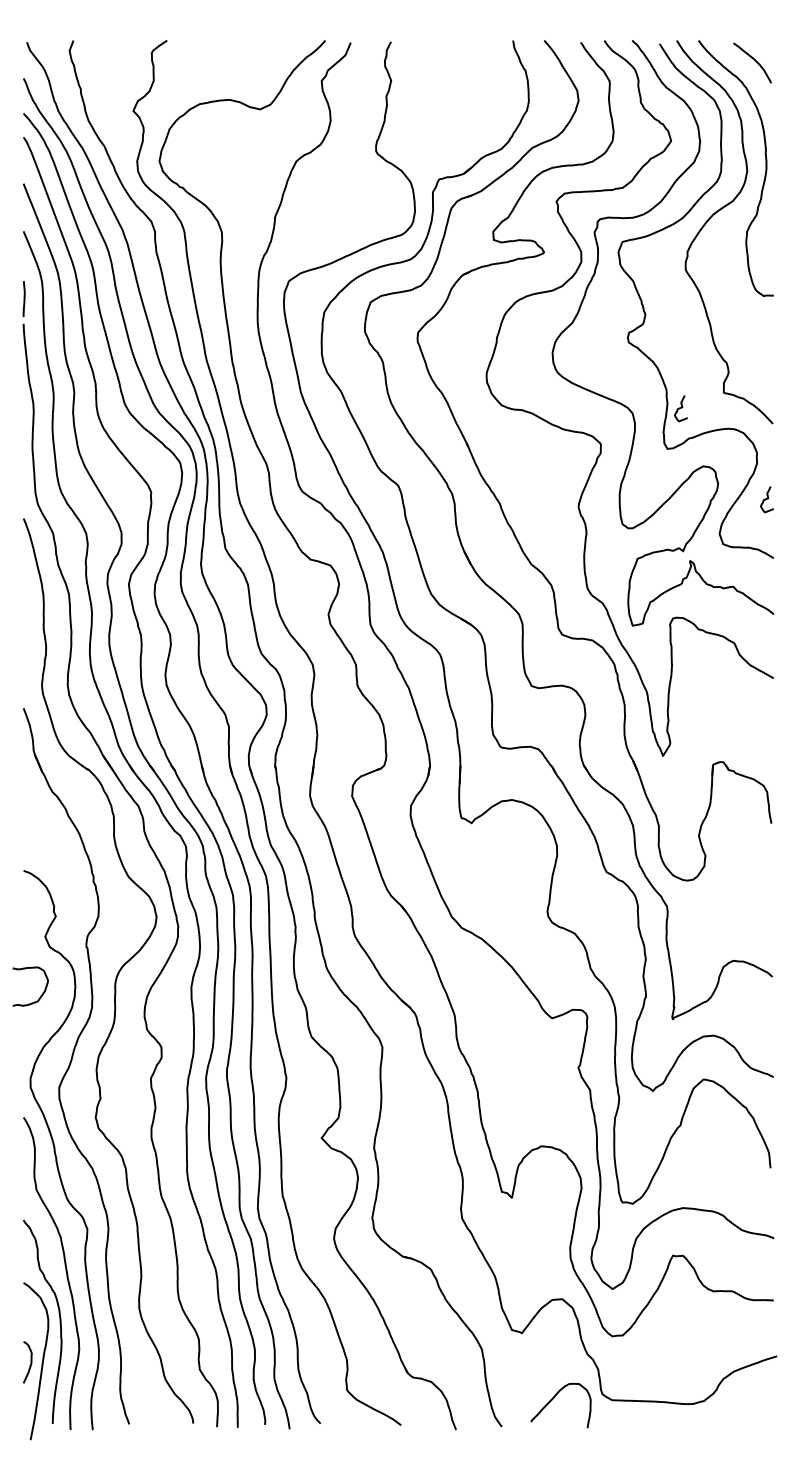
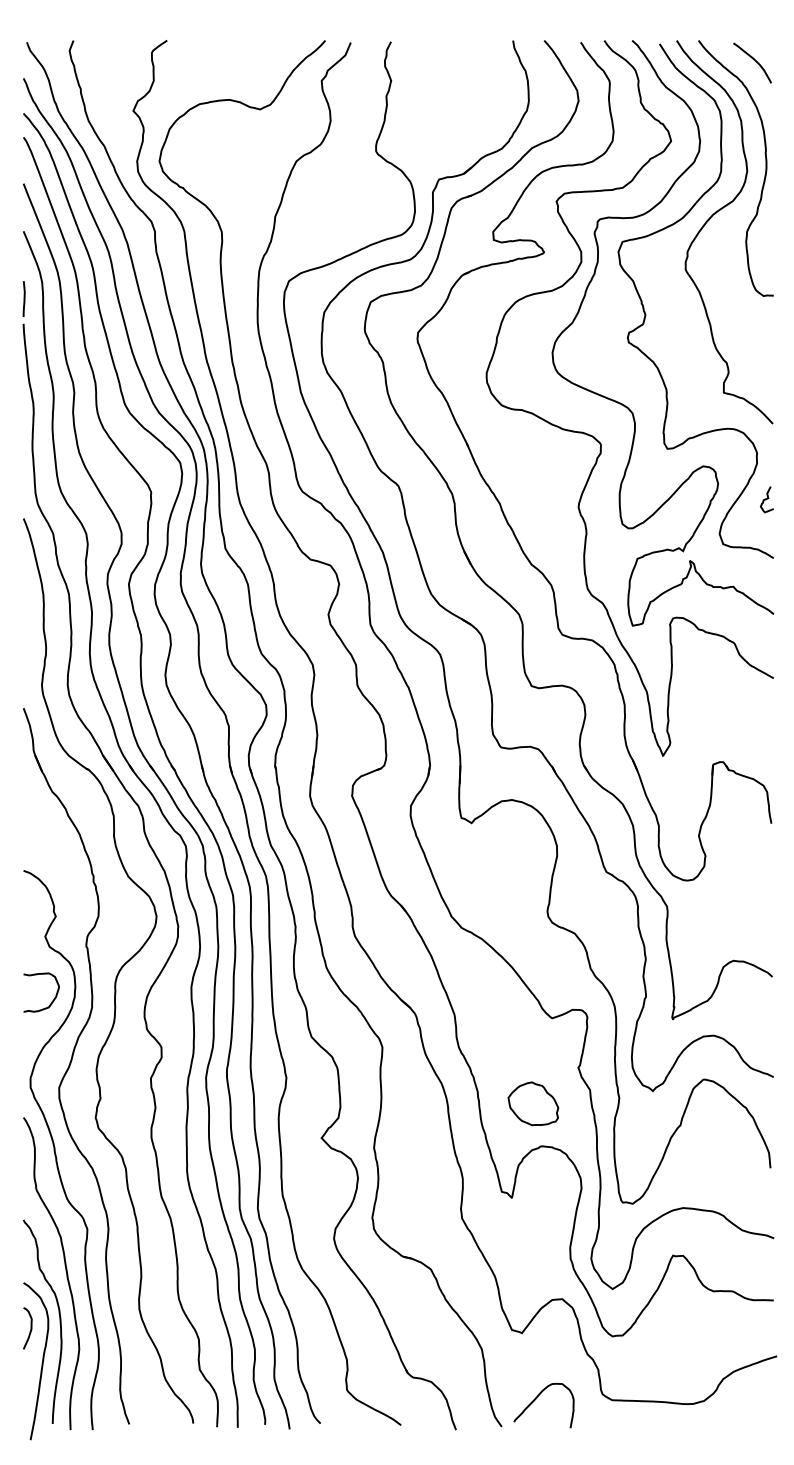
curve at (680, 408): present -> none
curve at (42, 992) position: (42, 992) -> (53, 998)
part at (533, 1103): none -> present
curve at (30, 1362) position: (30, 1362) -> (30, 1328)
curve at (554, 1398) position: (554, 1398) -> (537, 1398)
